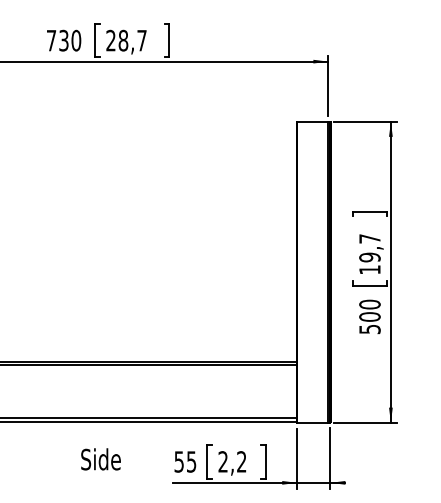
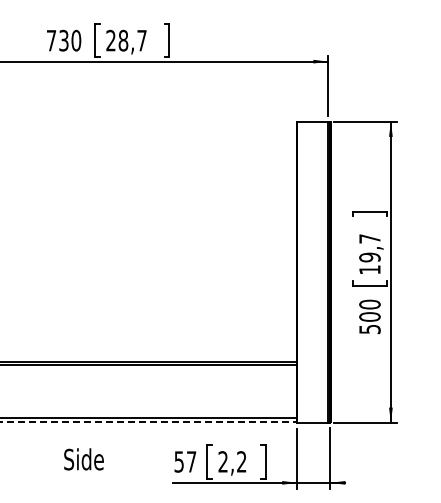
line at (148, 422): solid -> dashed
text at (100, 459) position: (100, 459) -> (83, 459)
text at (191, 461): 55 -> 57
